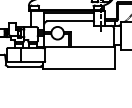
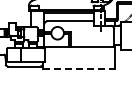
line at (79, 68): solid -> dashed
